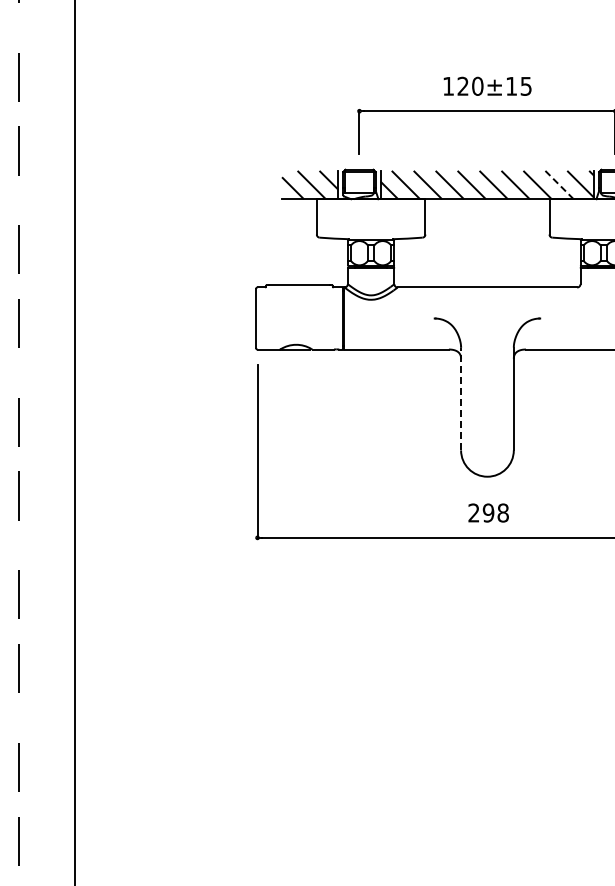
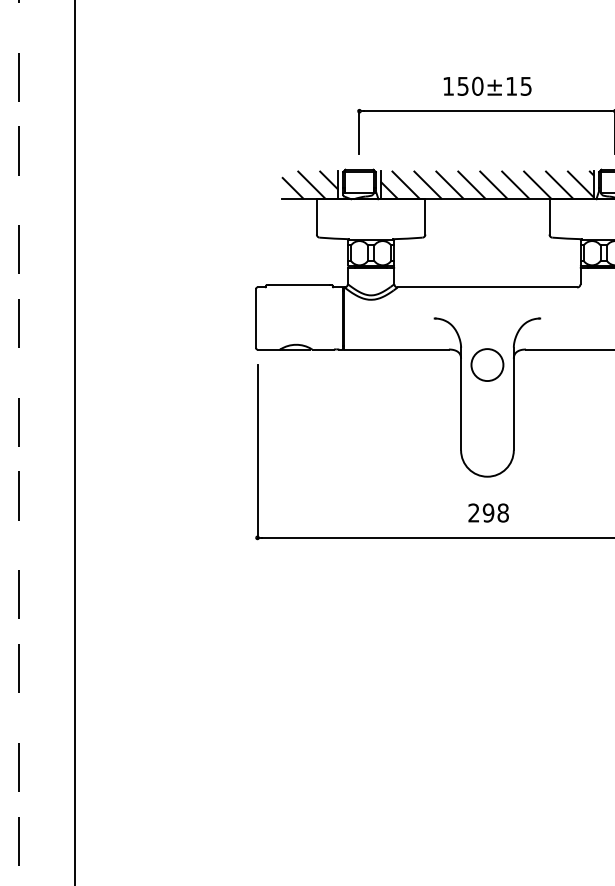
text at (462, 85): 120±15 -> 150±15
line at (559, 184): dashed -> solid
circle at (487, 364): none -> present
line at (461, 398): dashed -> solid
